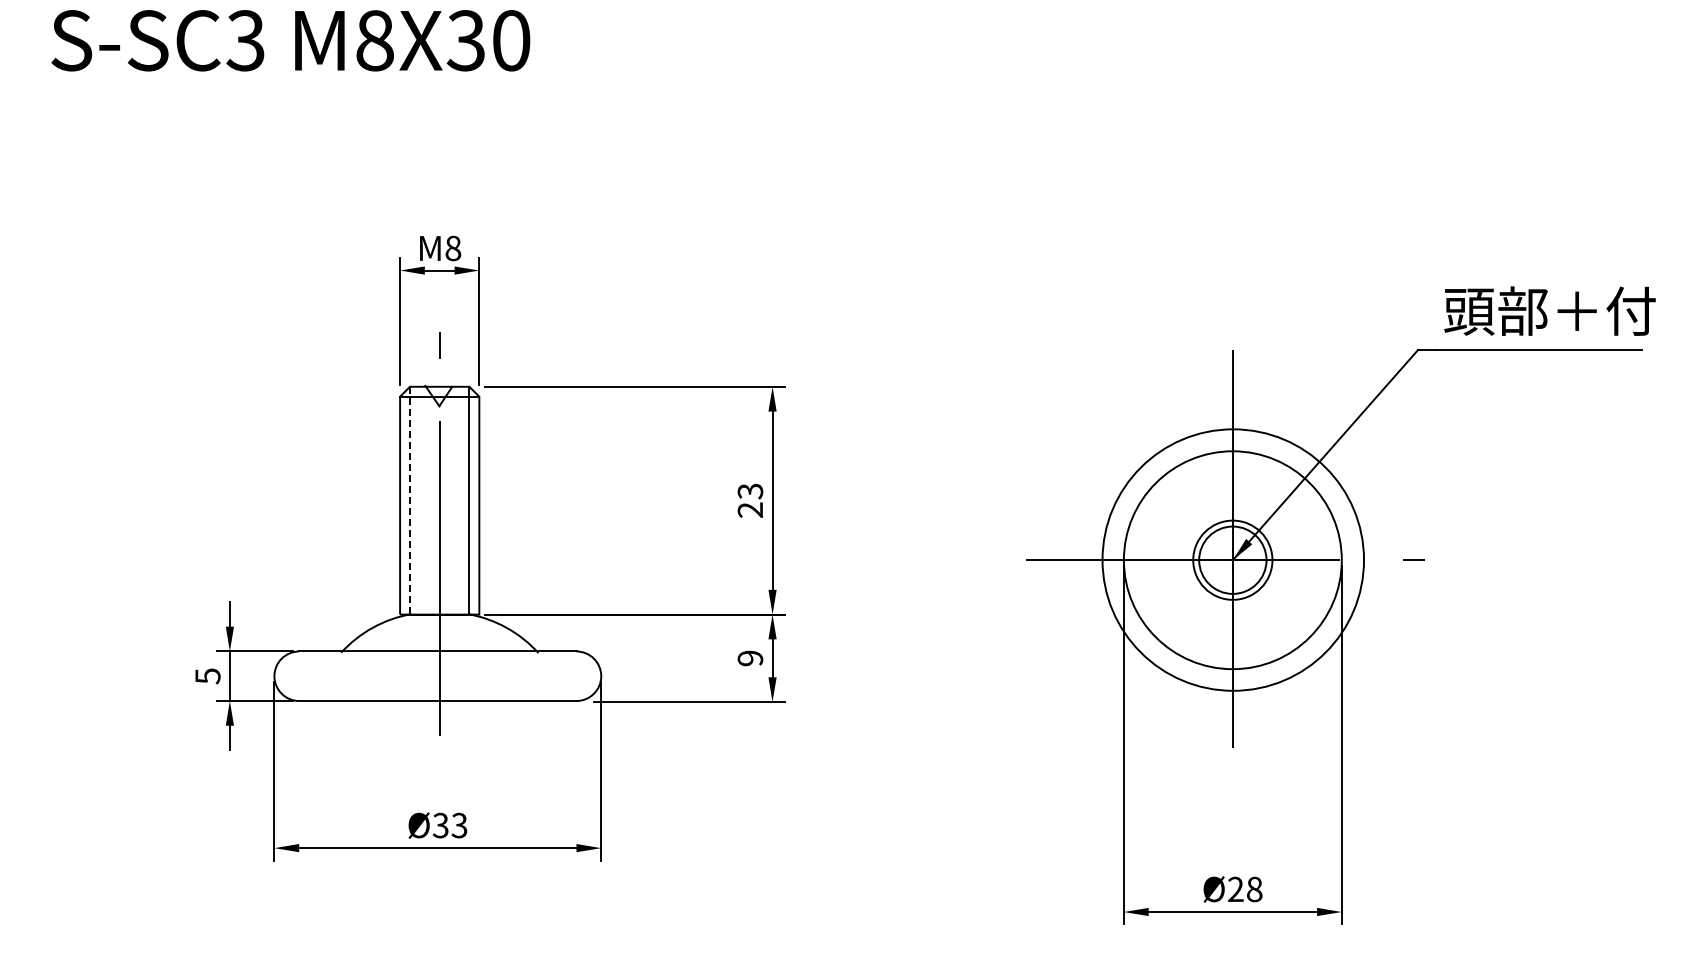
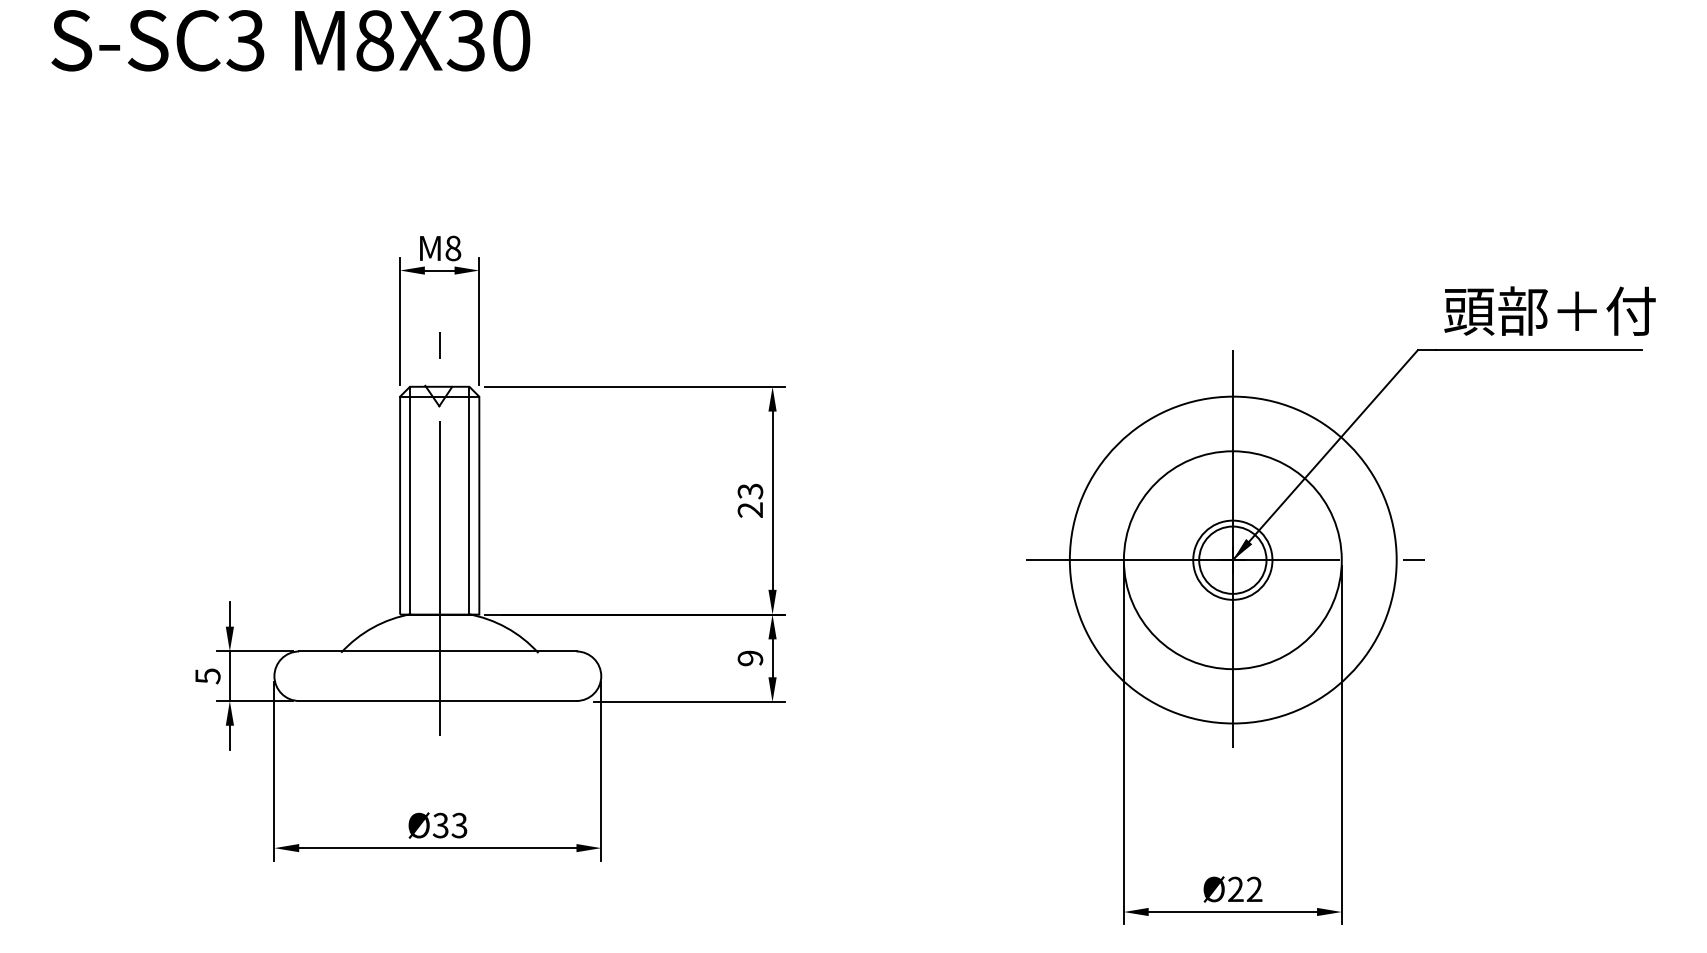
line at (410, 500): dashed -> solid
circle at (1233, 559) diameter: 261 px -> 327 px
text at (1254, 889): Ø28 -> Ø22
